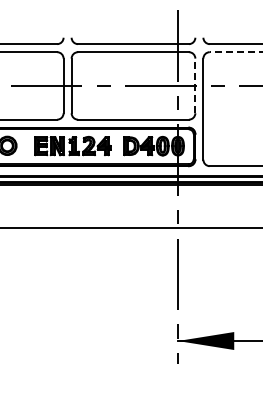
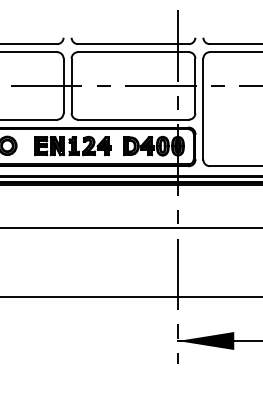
line at (235, 52): dashed -> solid
line at (195, 85): dashed -> solid
line at (130, 297): none -> present
